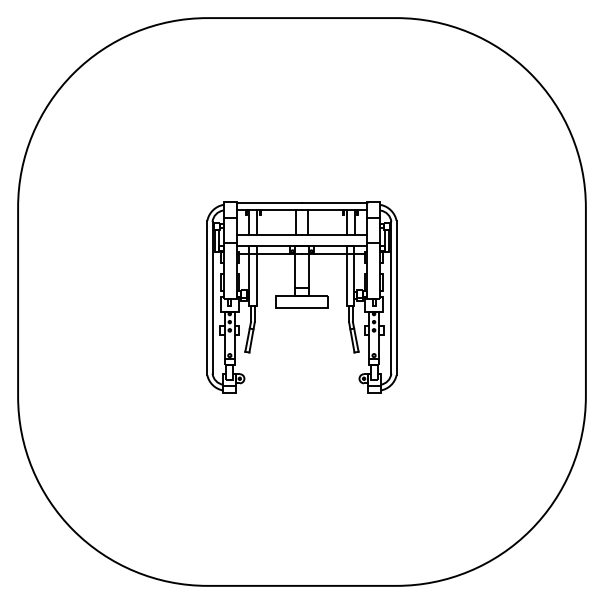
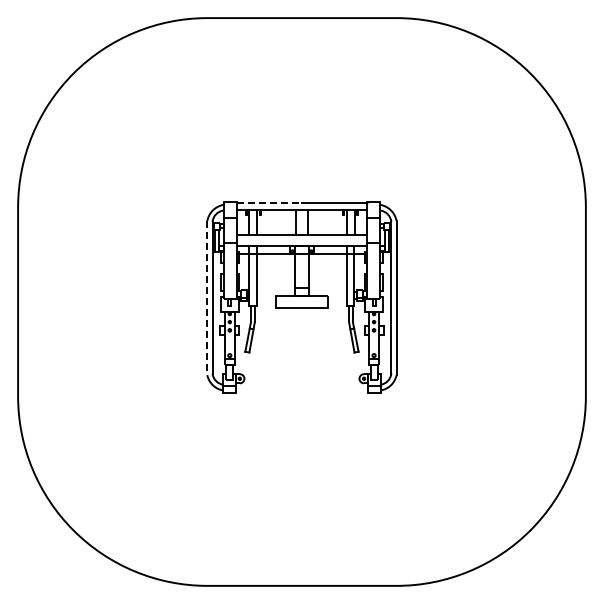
line at (269, 203): solid -> dashed
line at (207, 298): solid -> dashed
